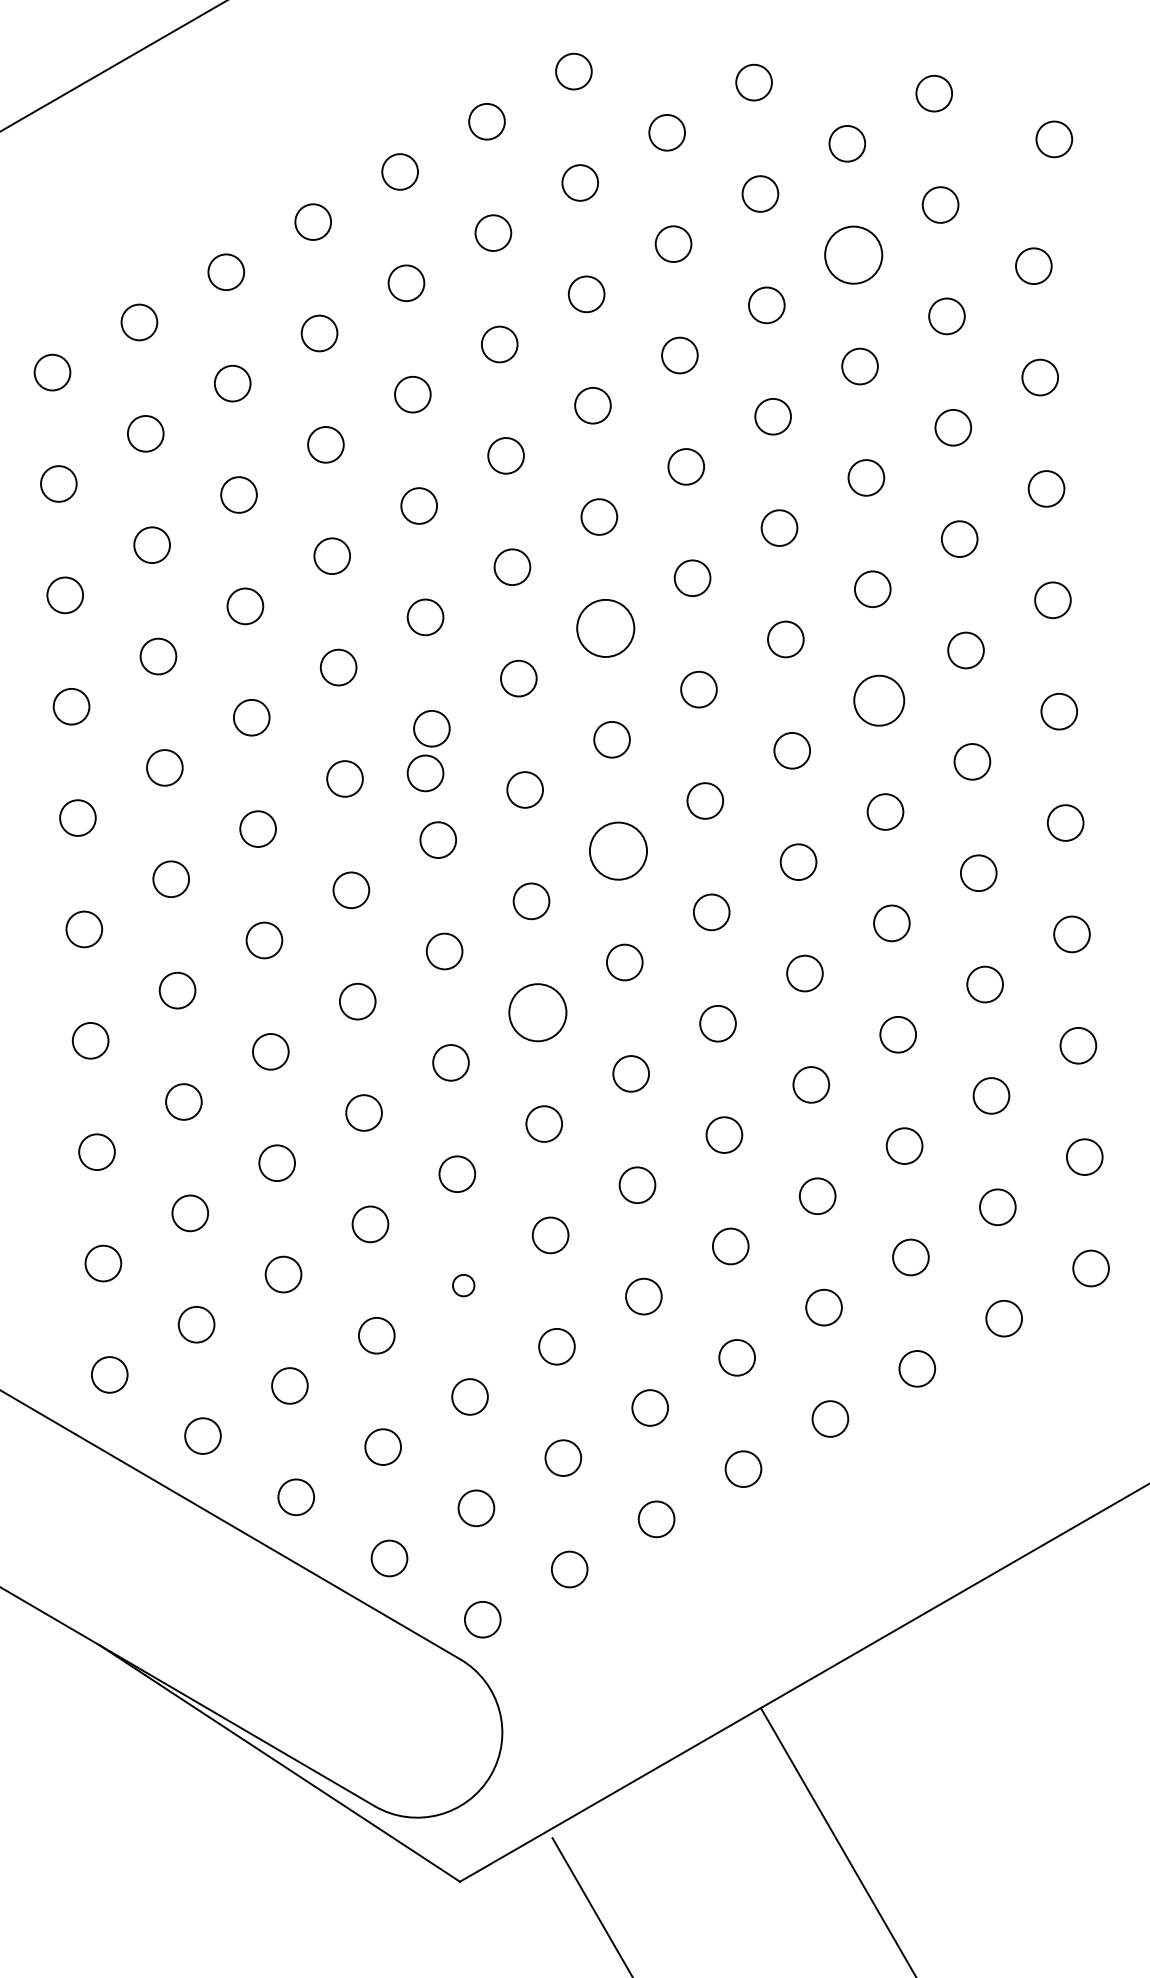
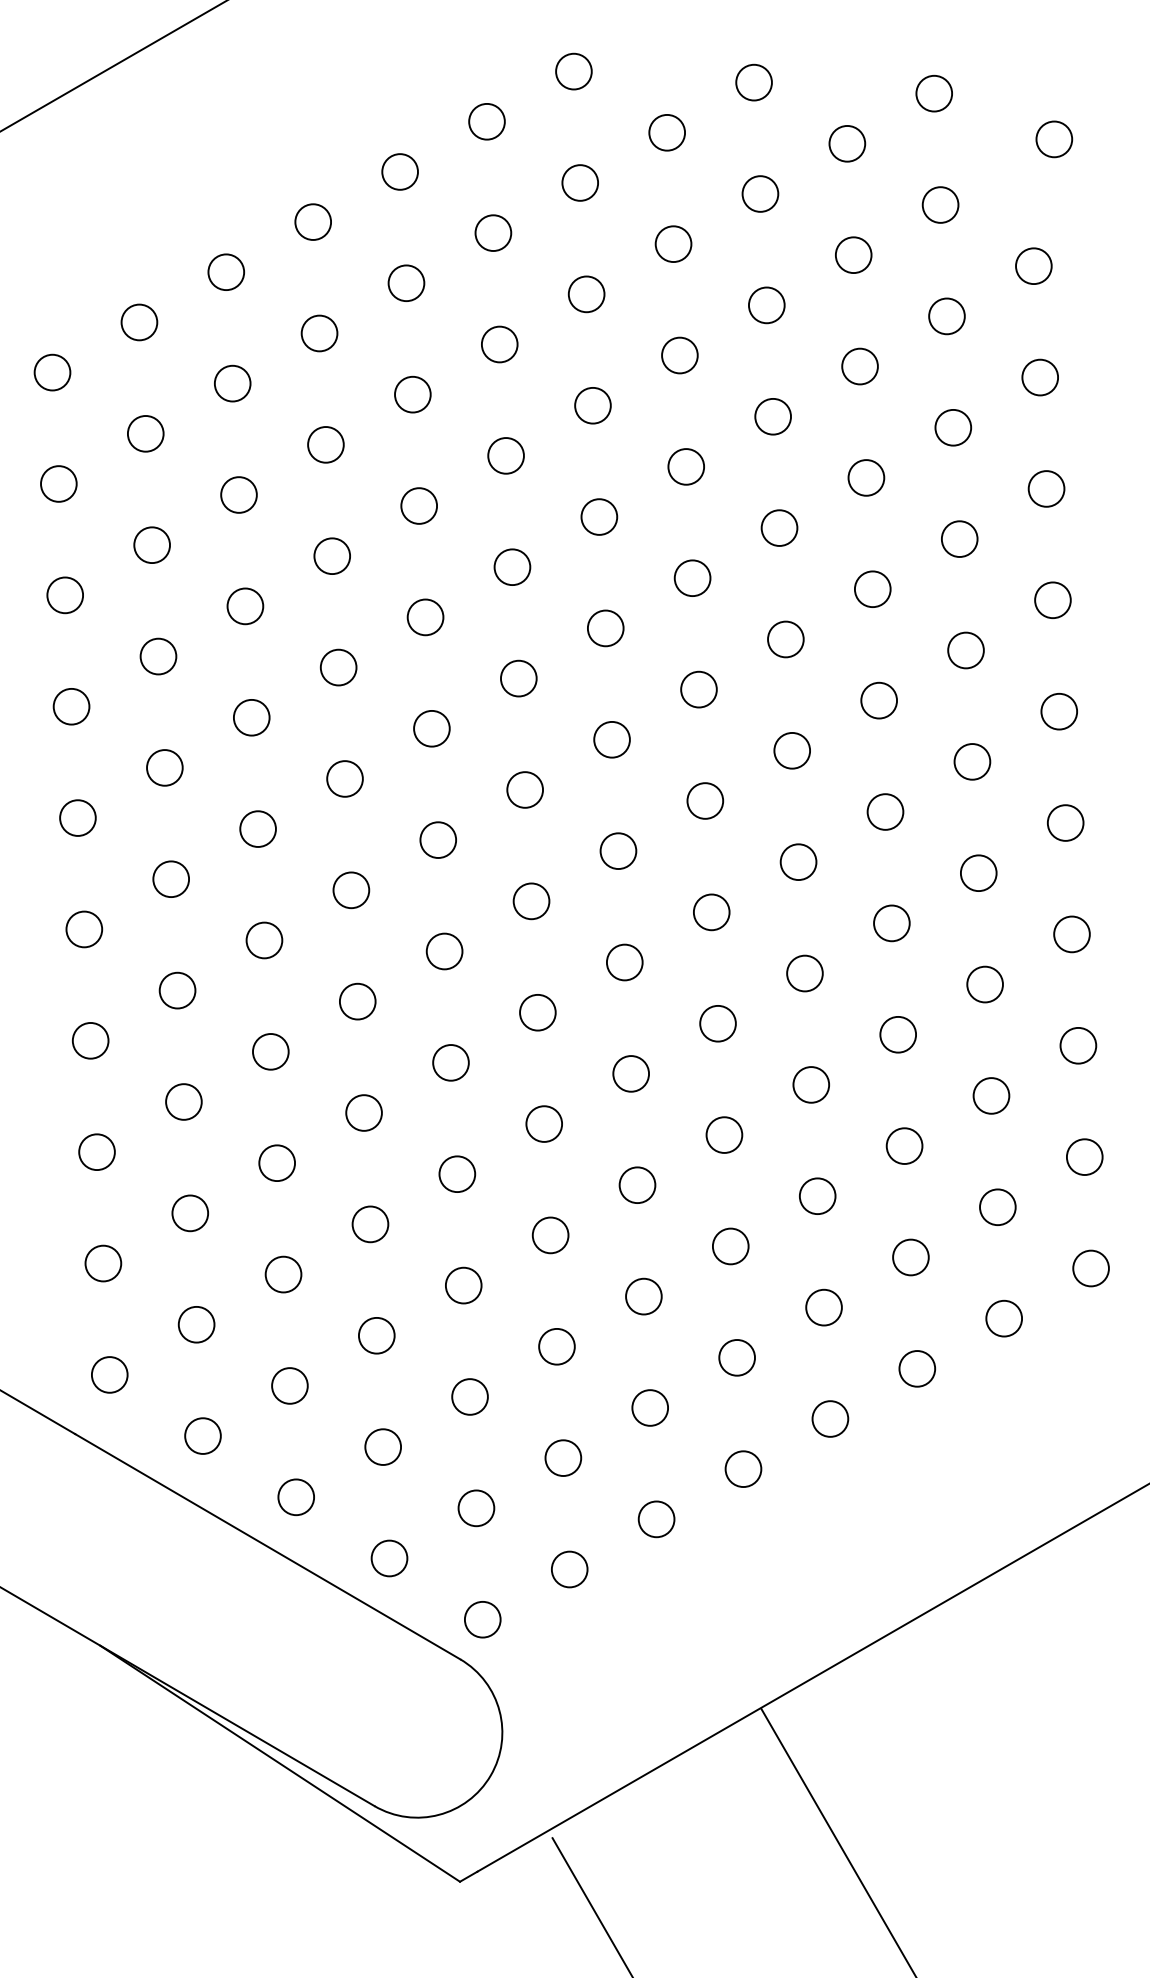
circle at (853, 254) diameter: 57 px -> 36 px
circle at (605, 627) diameter: 57 px -> 36 px
circle at (879, 700) size: 53x53 px -> 38x39 px
circle at (425, 773): present -> none
circle at (618, 850) diameter: 57 px -> 36 px
circle at (537, 1012) diameter: 57 px -> 36 px
circle at (463, 1285) diameter: 21 px -> 36 px
